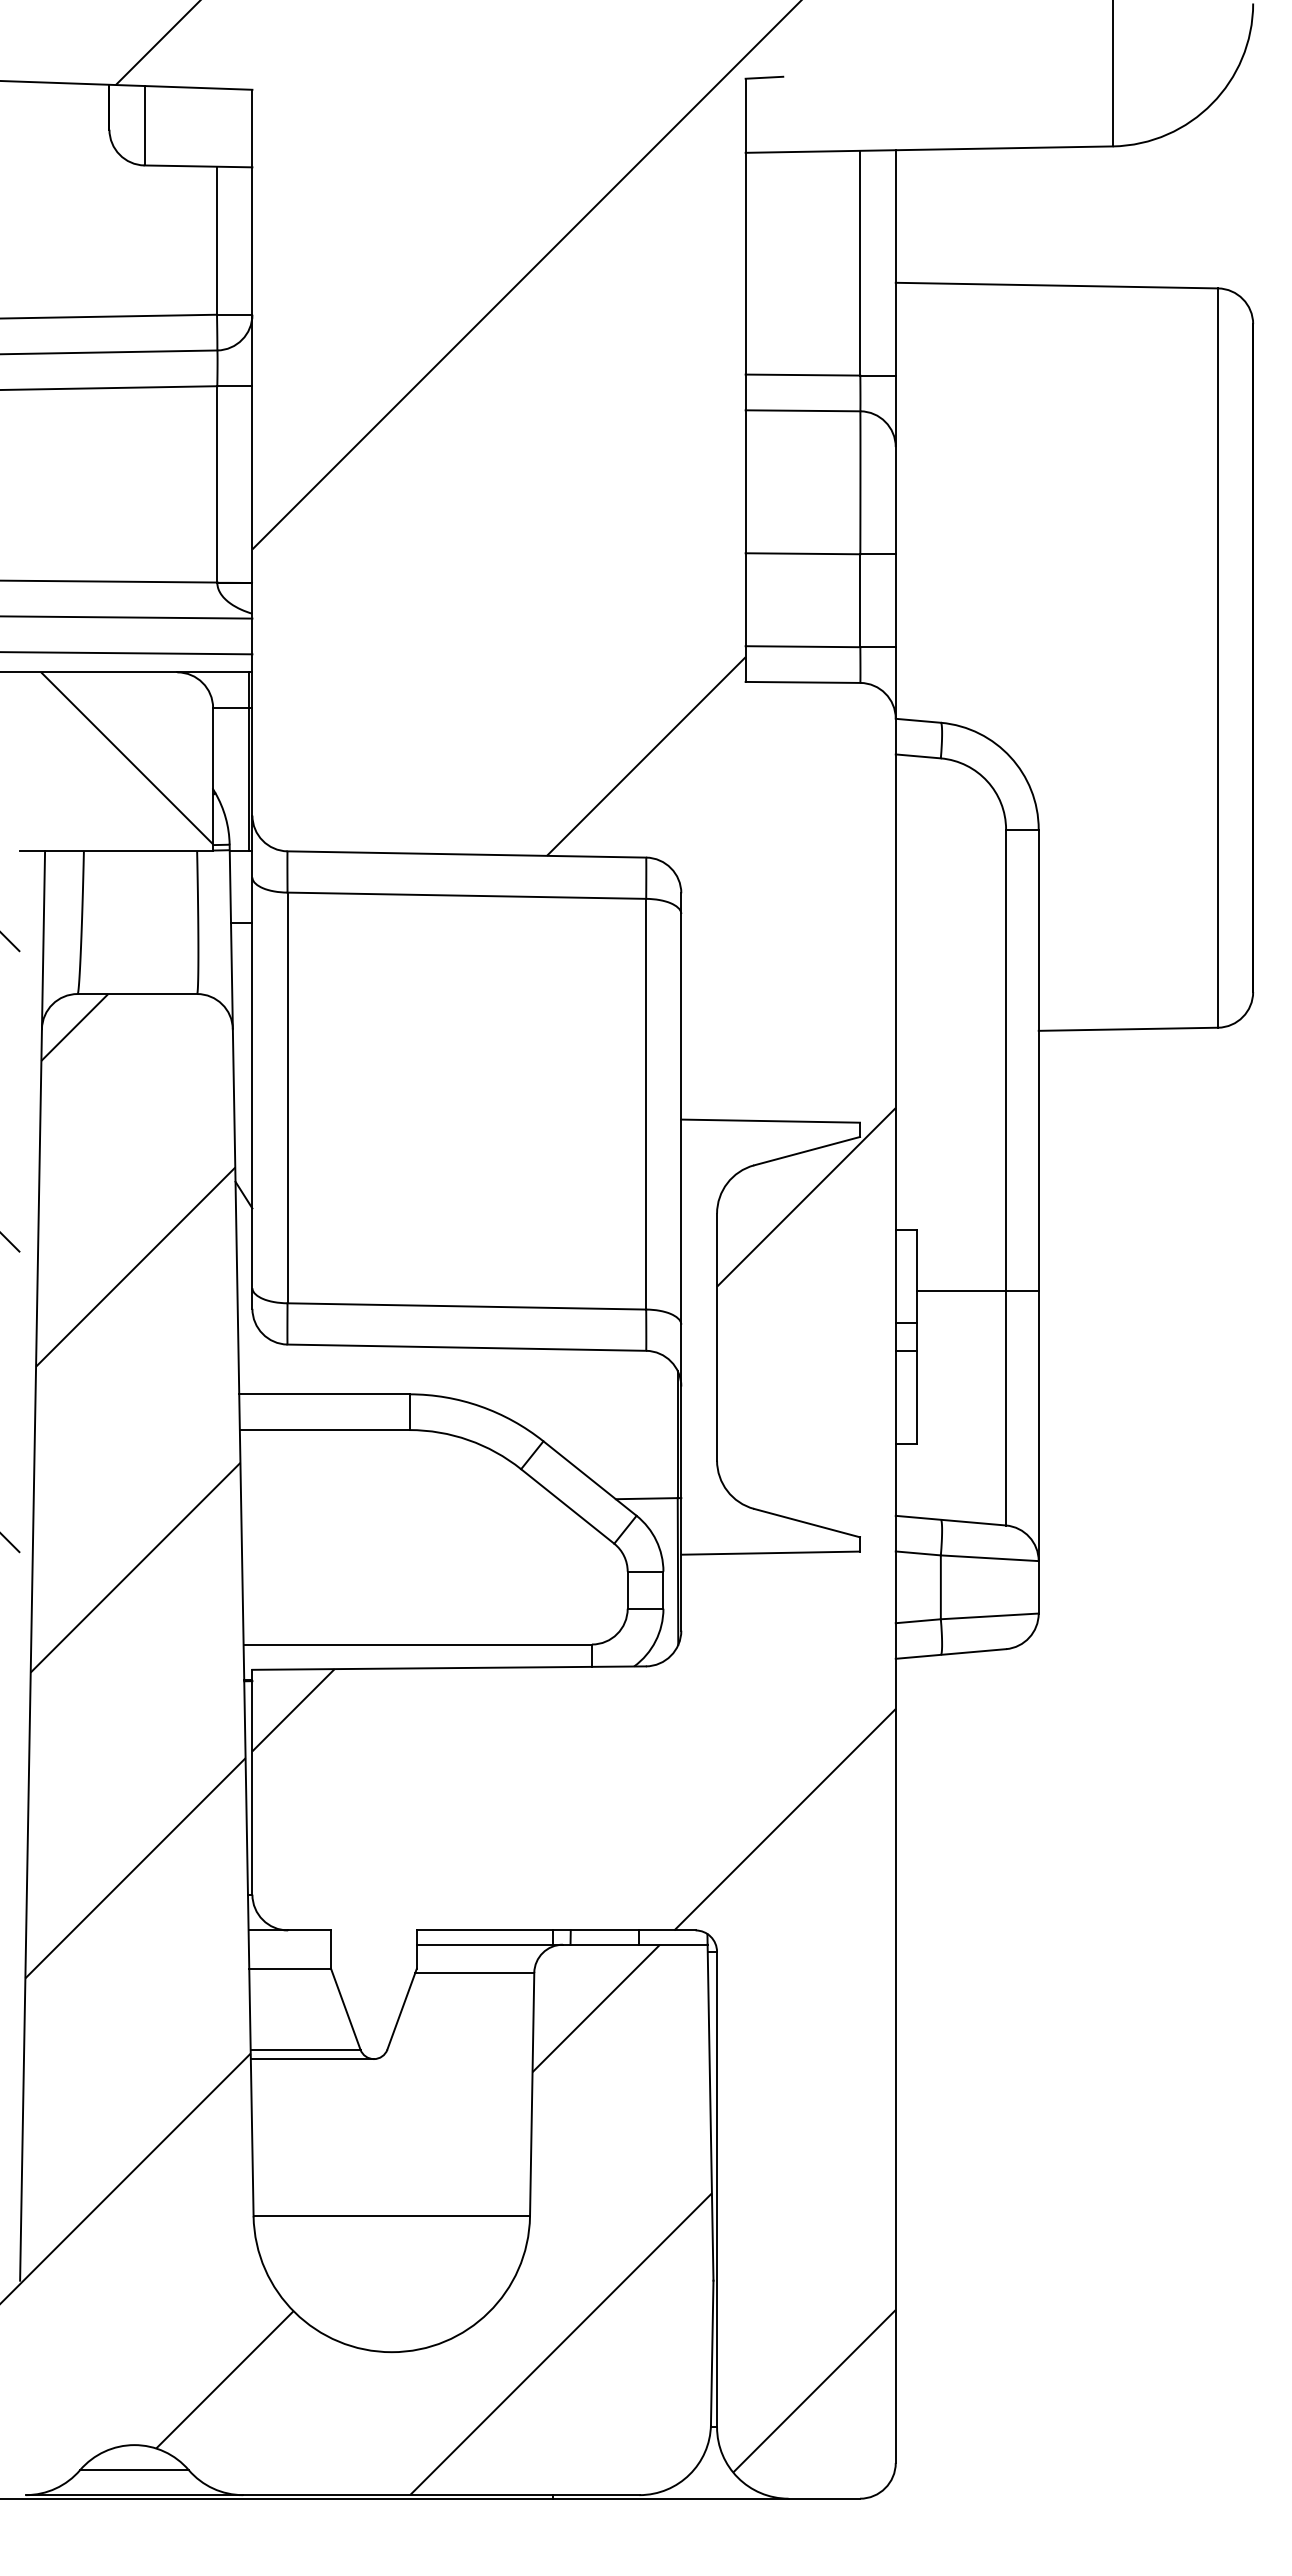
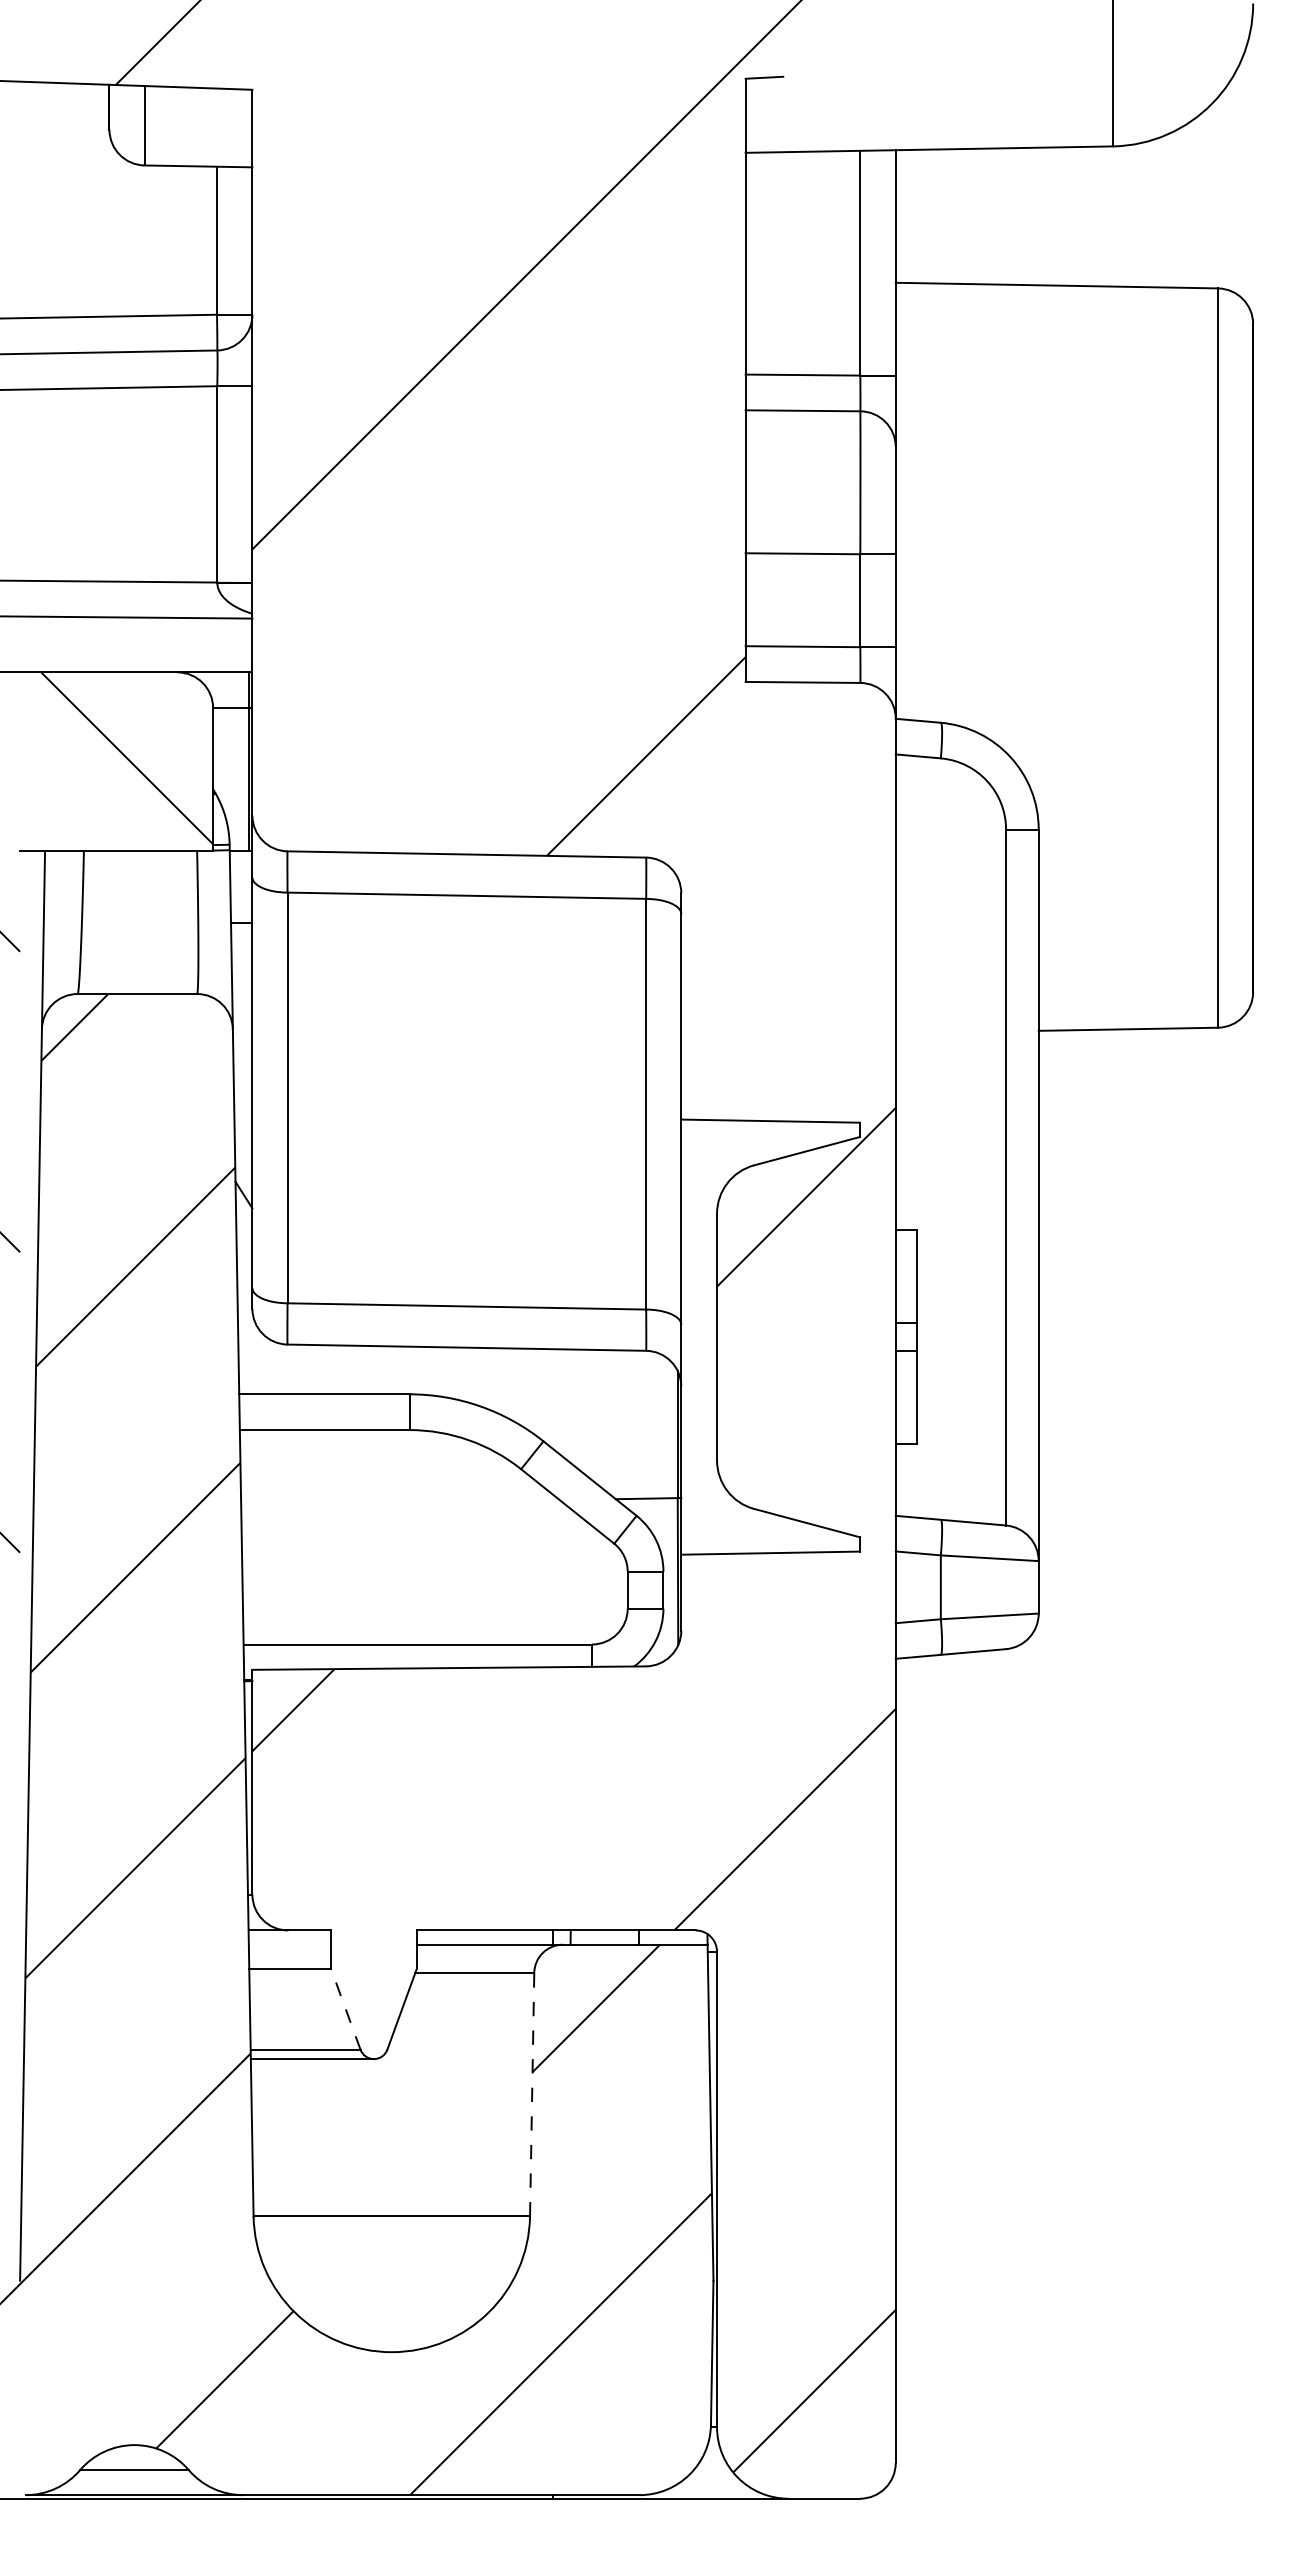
line at (127, 653): present -> none
line at (977, 1290): present -> none
line at (345, 2008): solid -> dashed
line at (532, 2094): solid -> dashed
